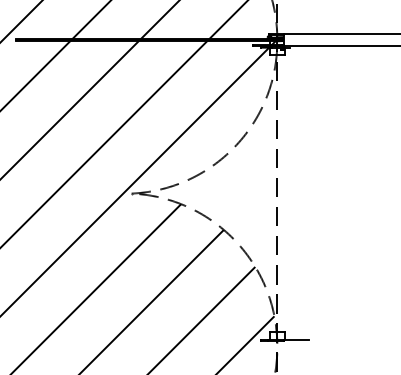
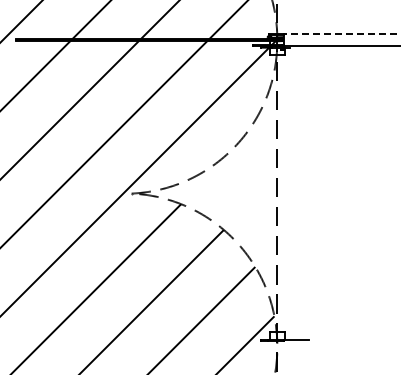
line at (341, 34): solid -> dashed
